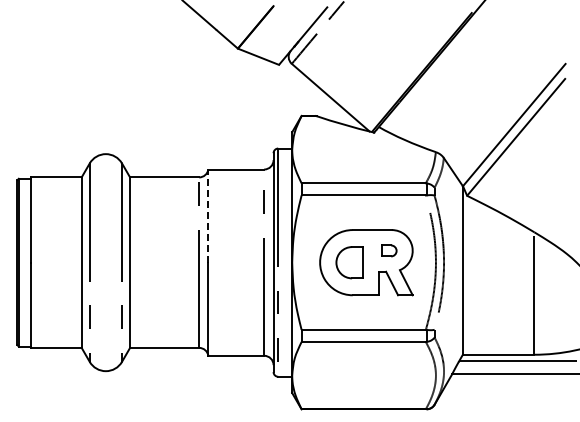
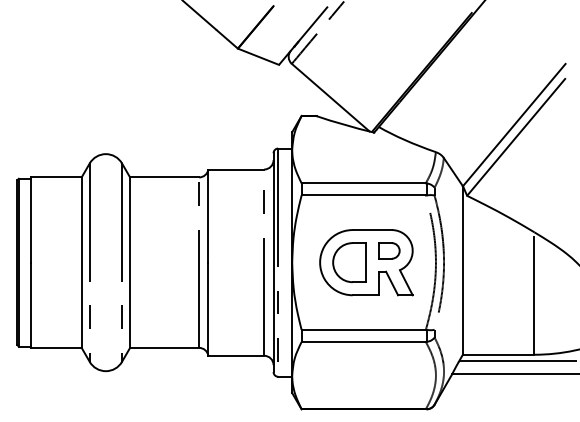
line at (208, 216): dashed -> solid
part at (389, 250) size: 17x14 px -> 23x18 px
part at (349, 262) size: 29x34 px -> 35x42 px
